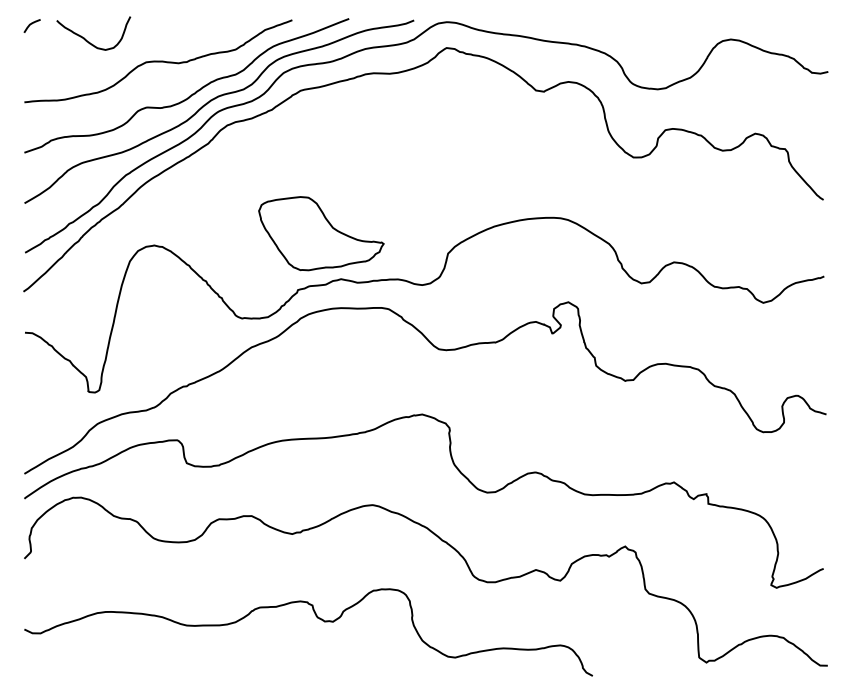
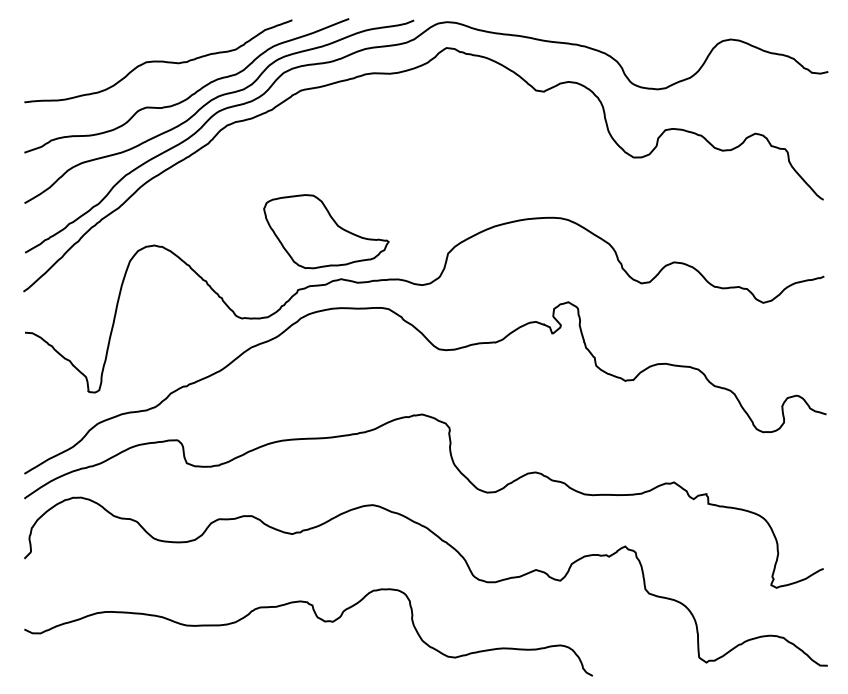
curve at (31, 24): present -> none
curve at (89, 41): present -> none
part at (321, 233) position: (321, 233) -> (326, 231)
